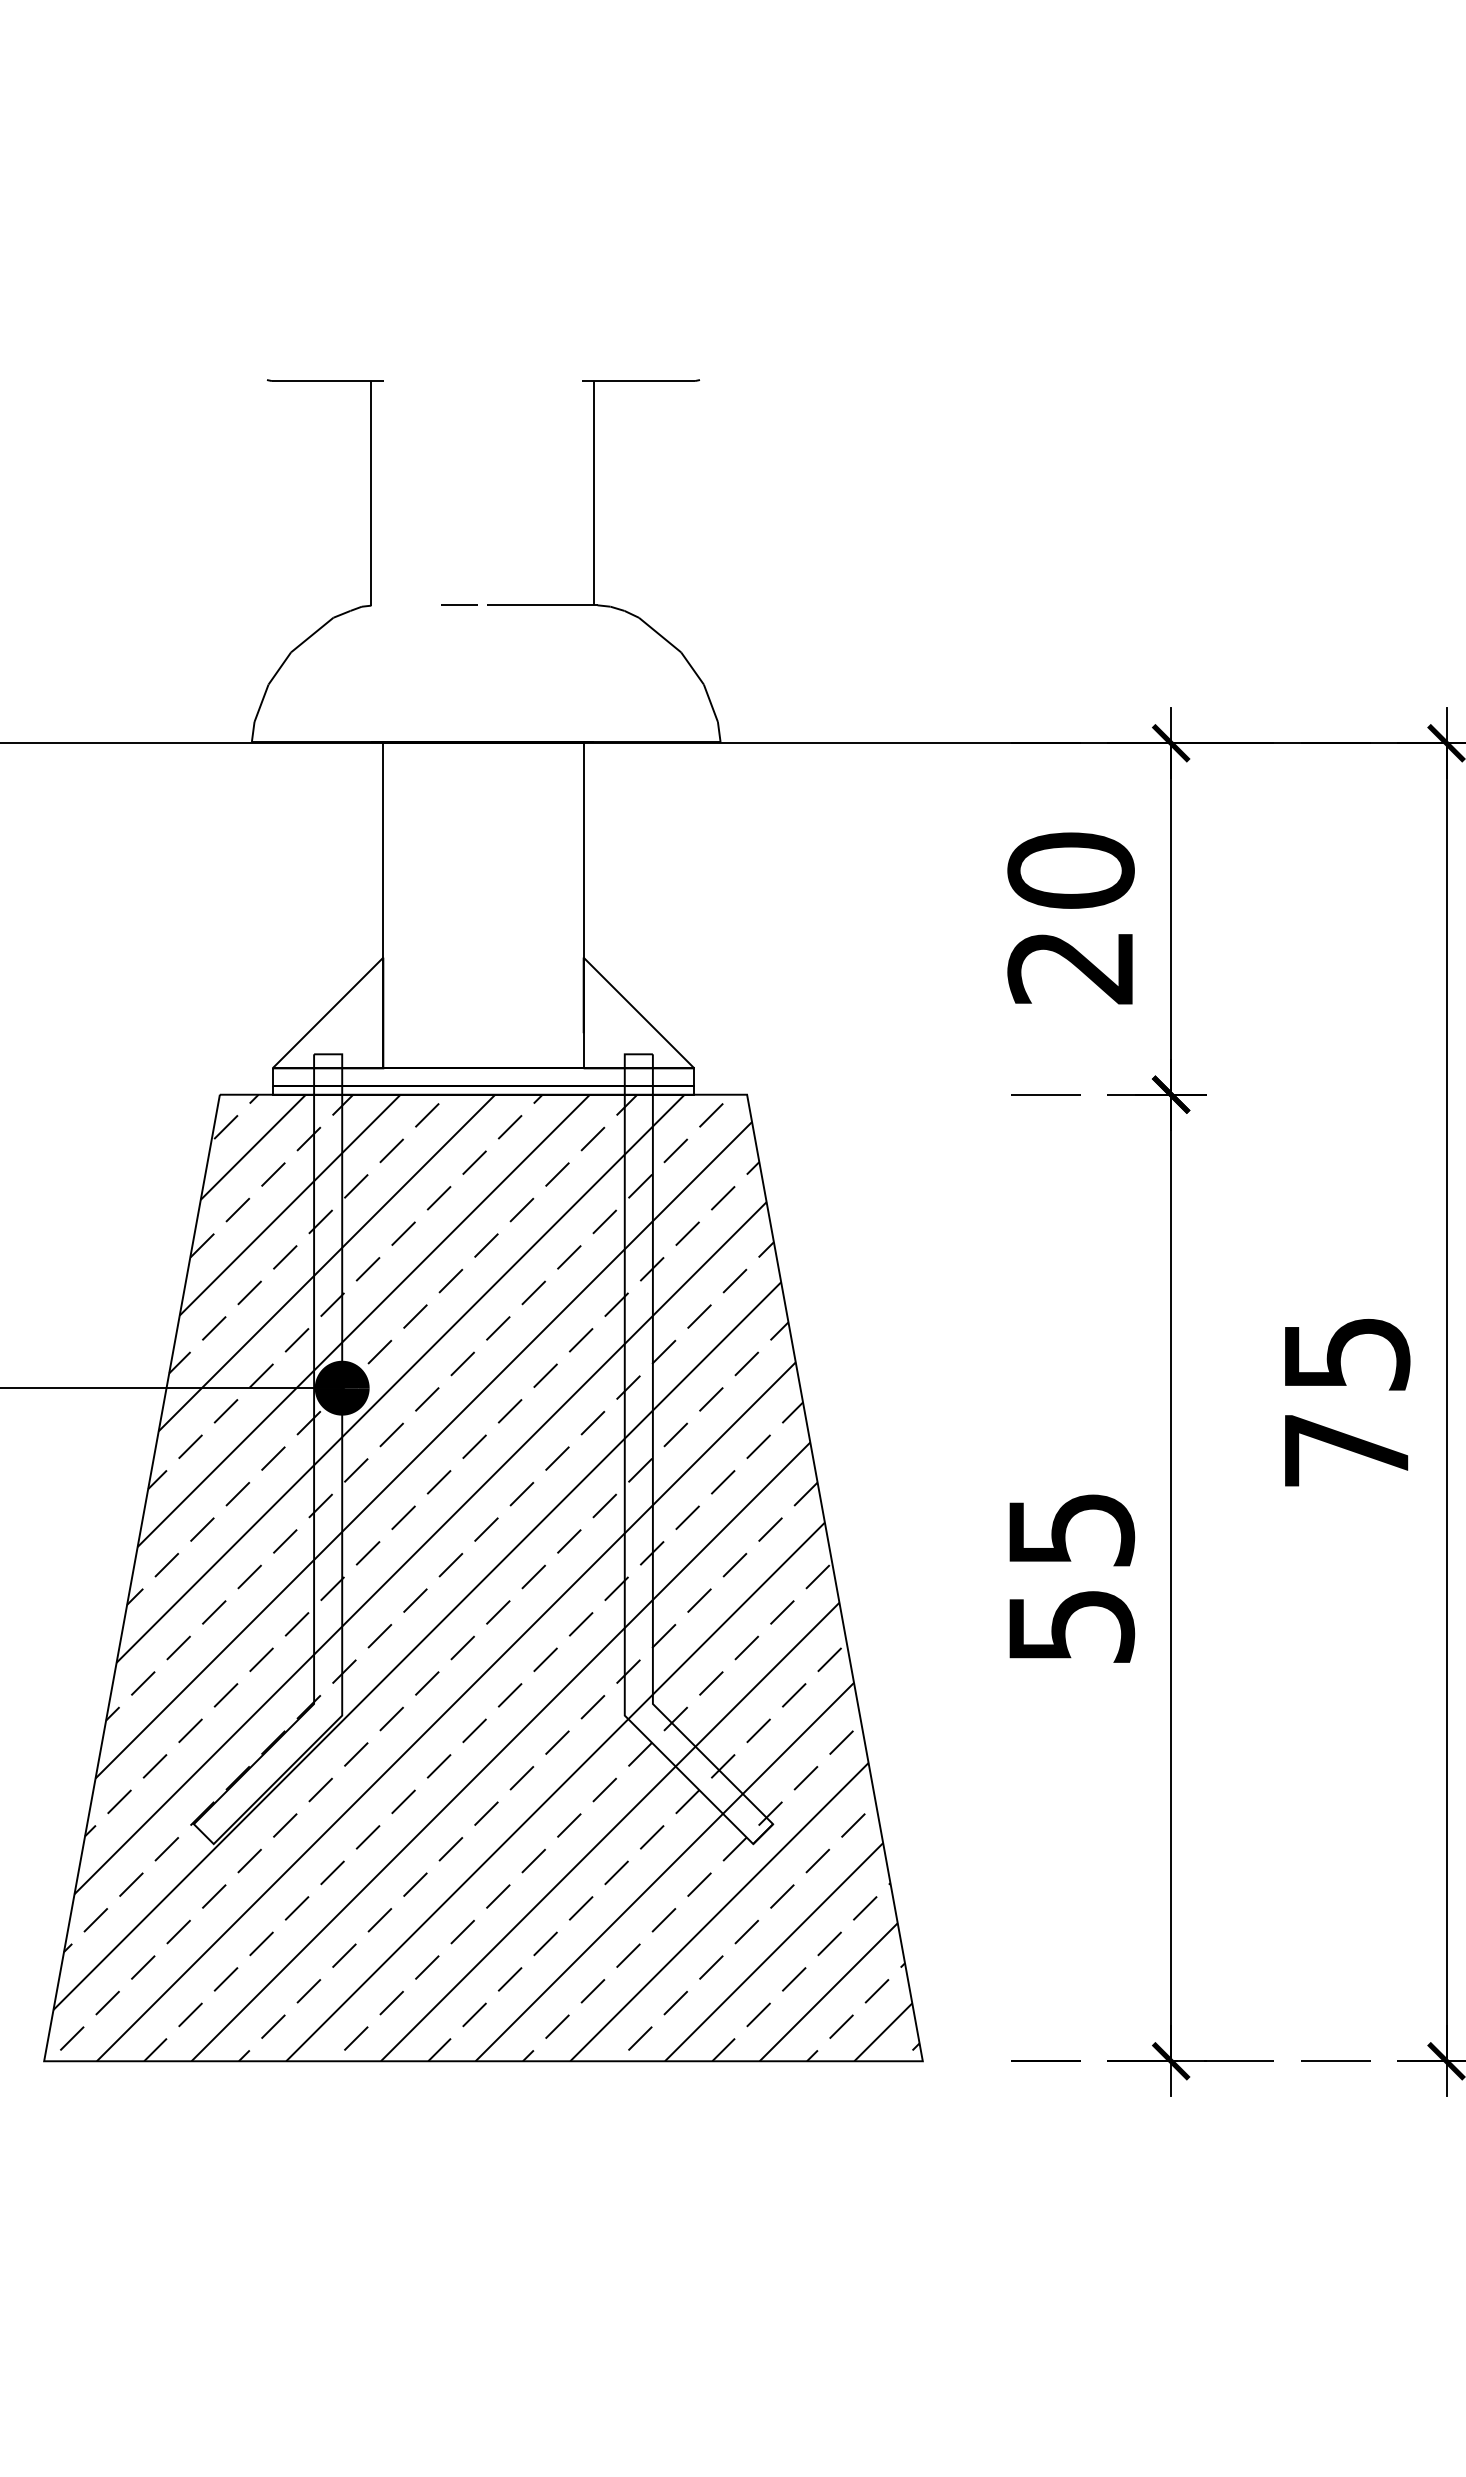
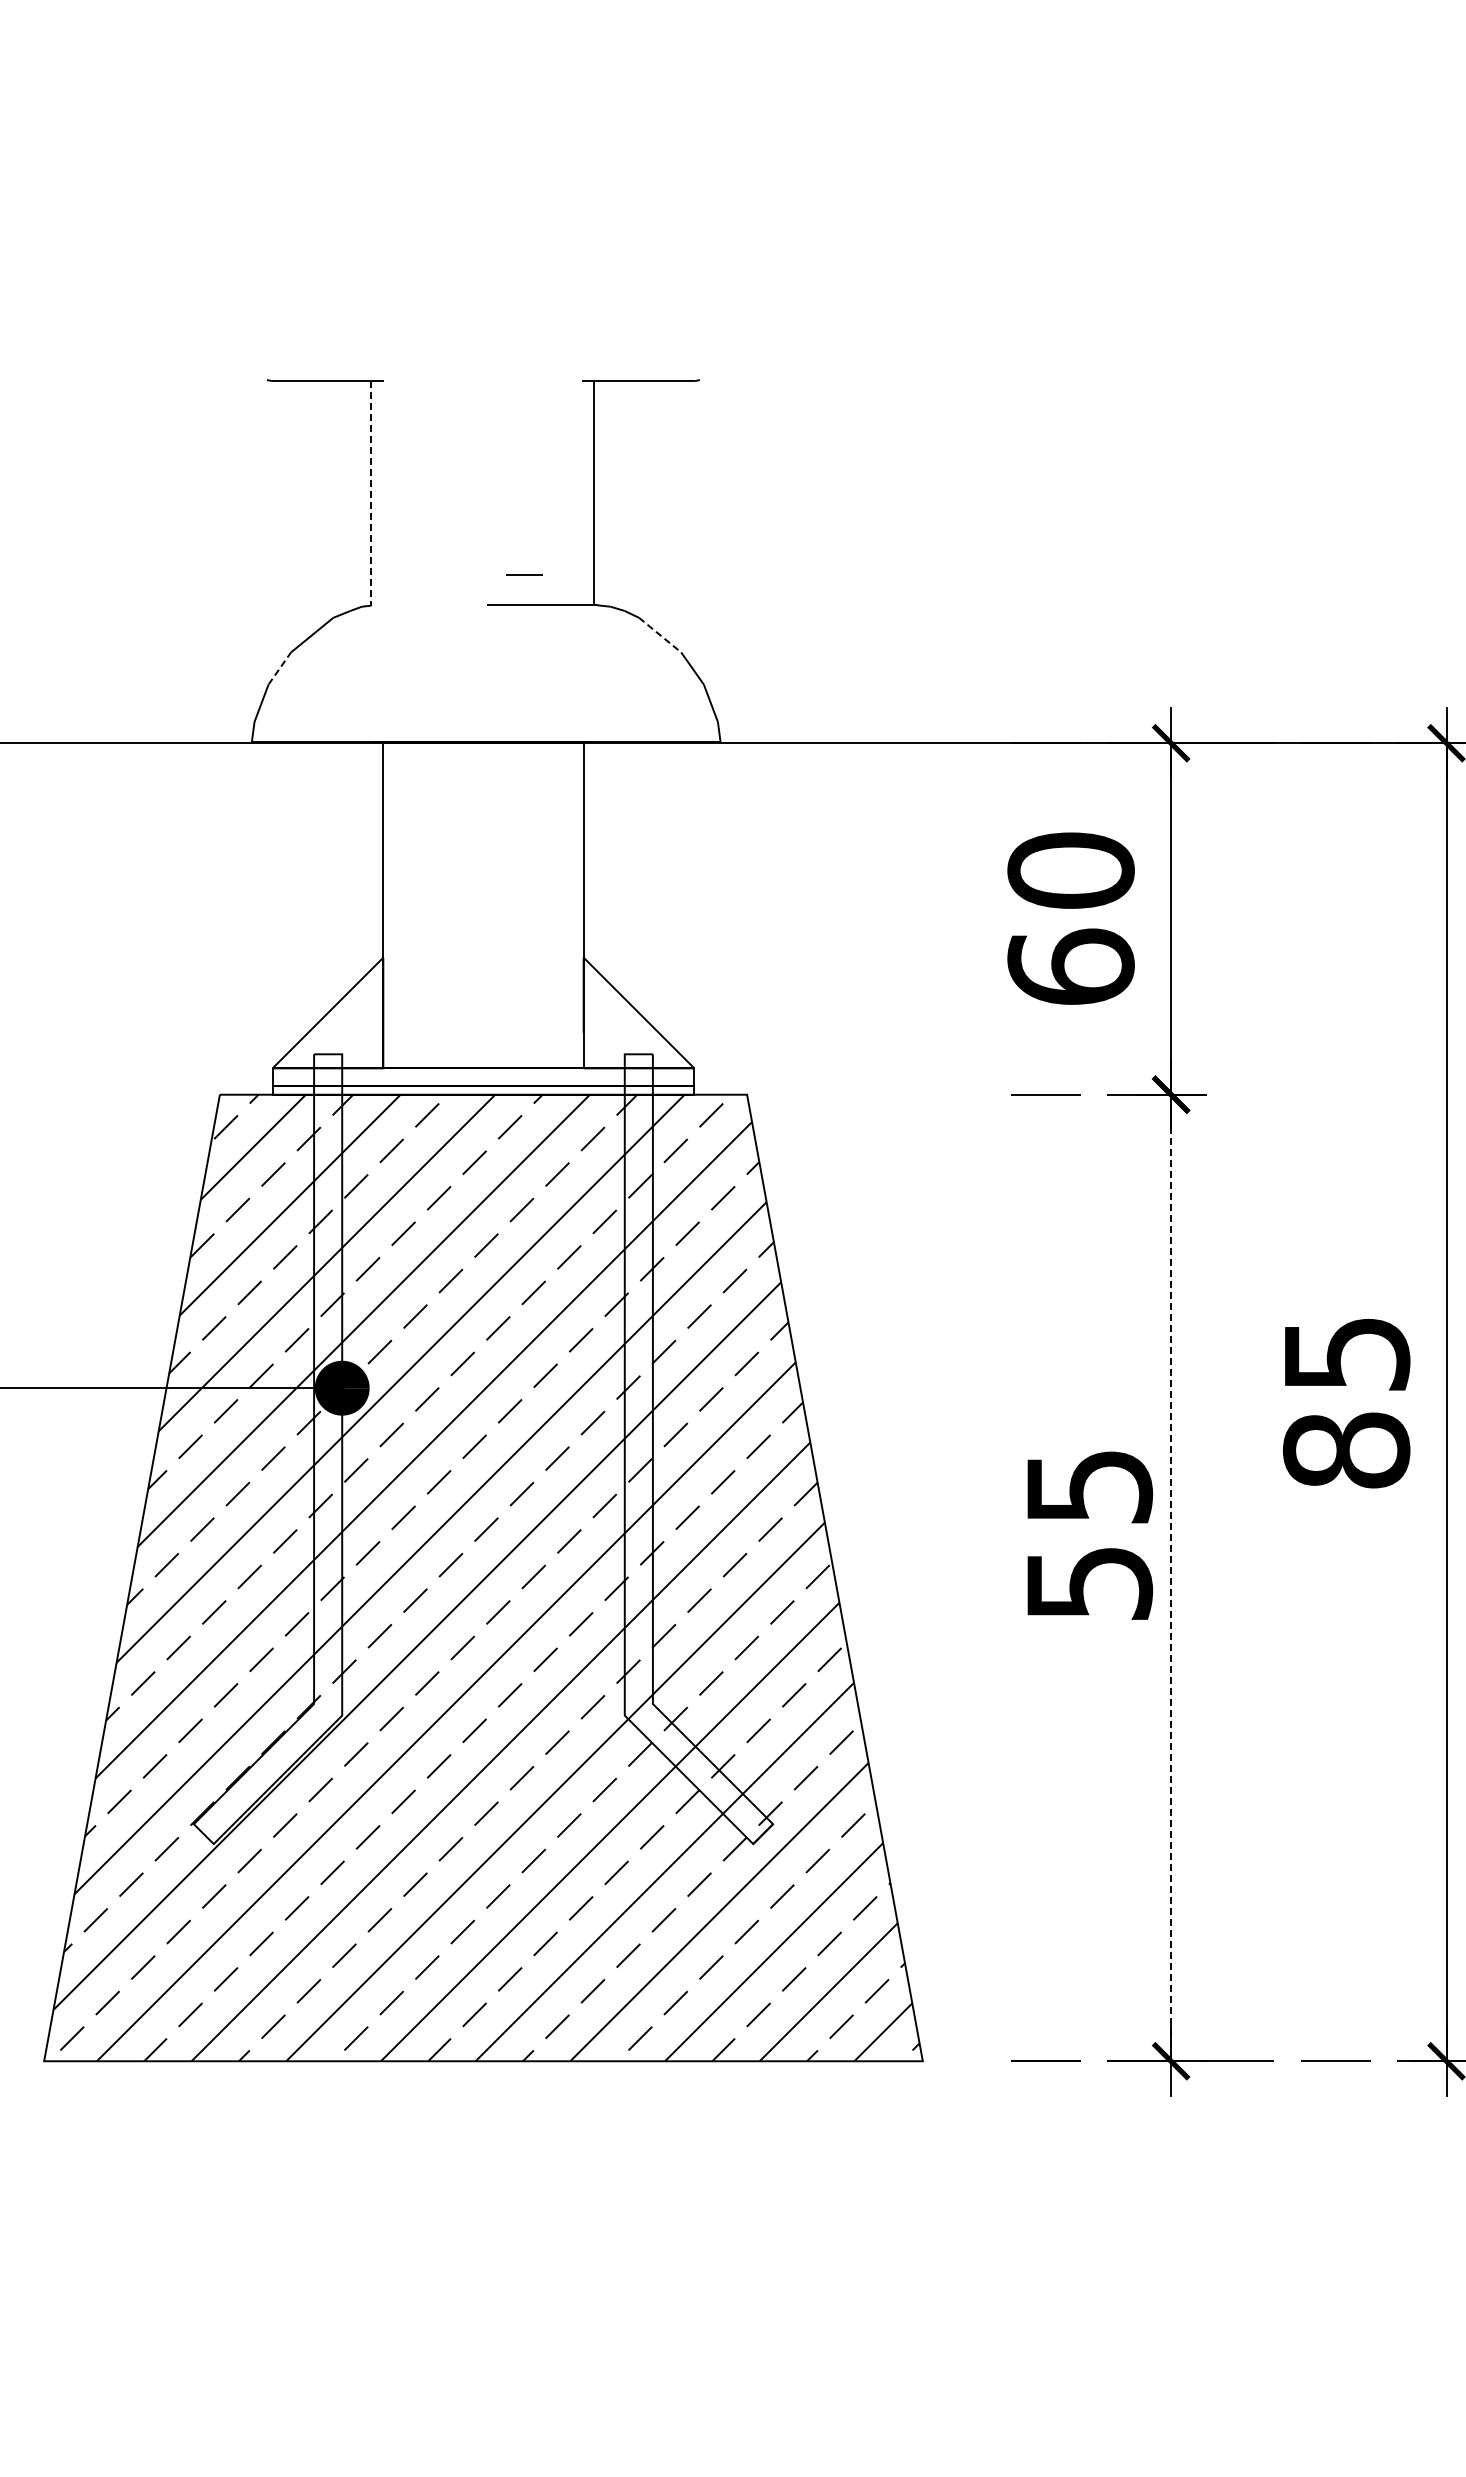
line at (371, 493): solid -> dashed
line at (459, 604) position: (459, 604) -> (524, 574)
line at (660, 635): solid -> dashed
line at (279, 668): solid -> dashed
text at (1070, 966): 20 -> 60
text at (1346, 1450): 75 -> 85
text at (1072, 1578) position: (1072, 1578) -> (1090, 1535)
line at (1171, 1578): solid -> dashed
